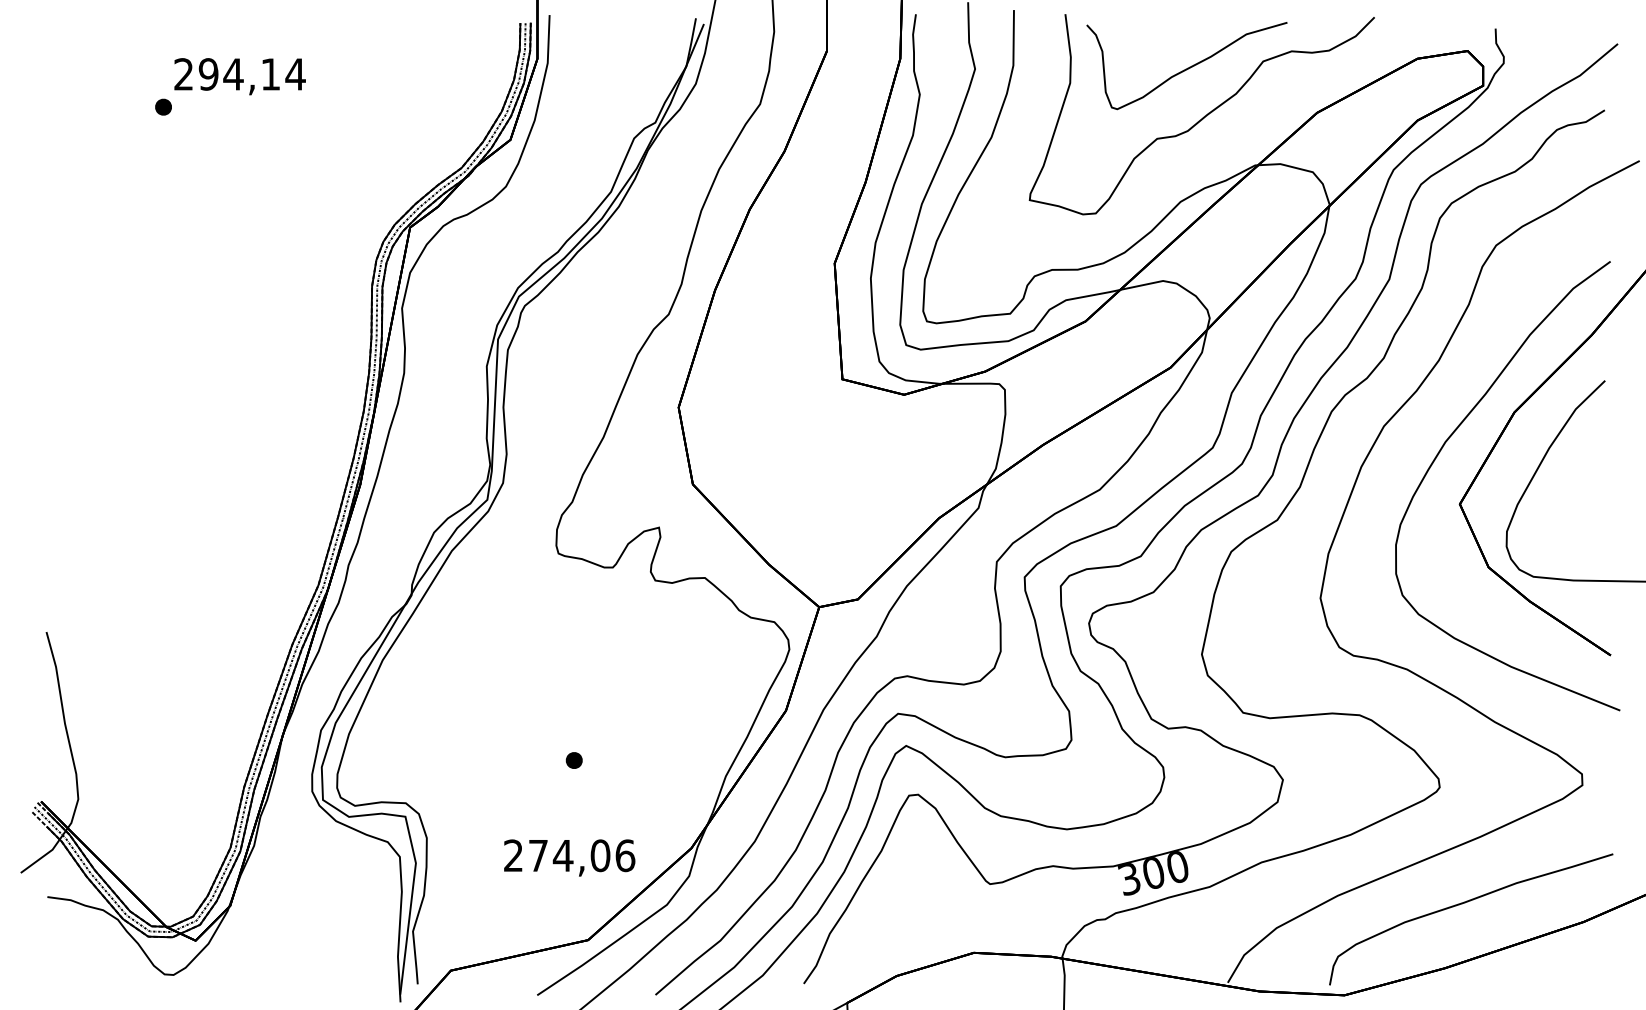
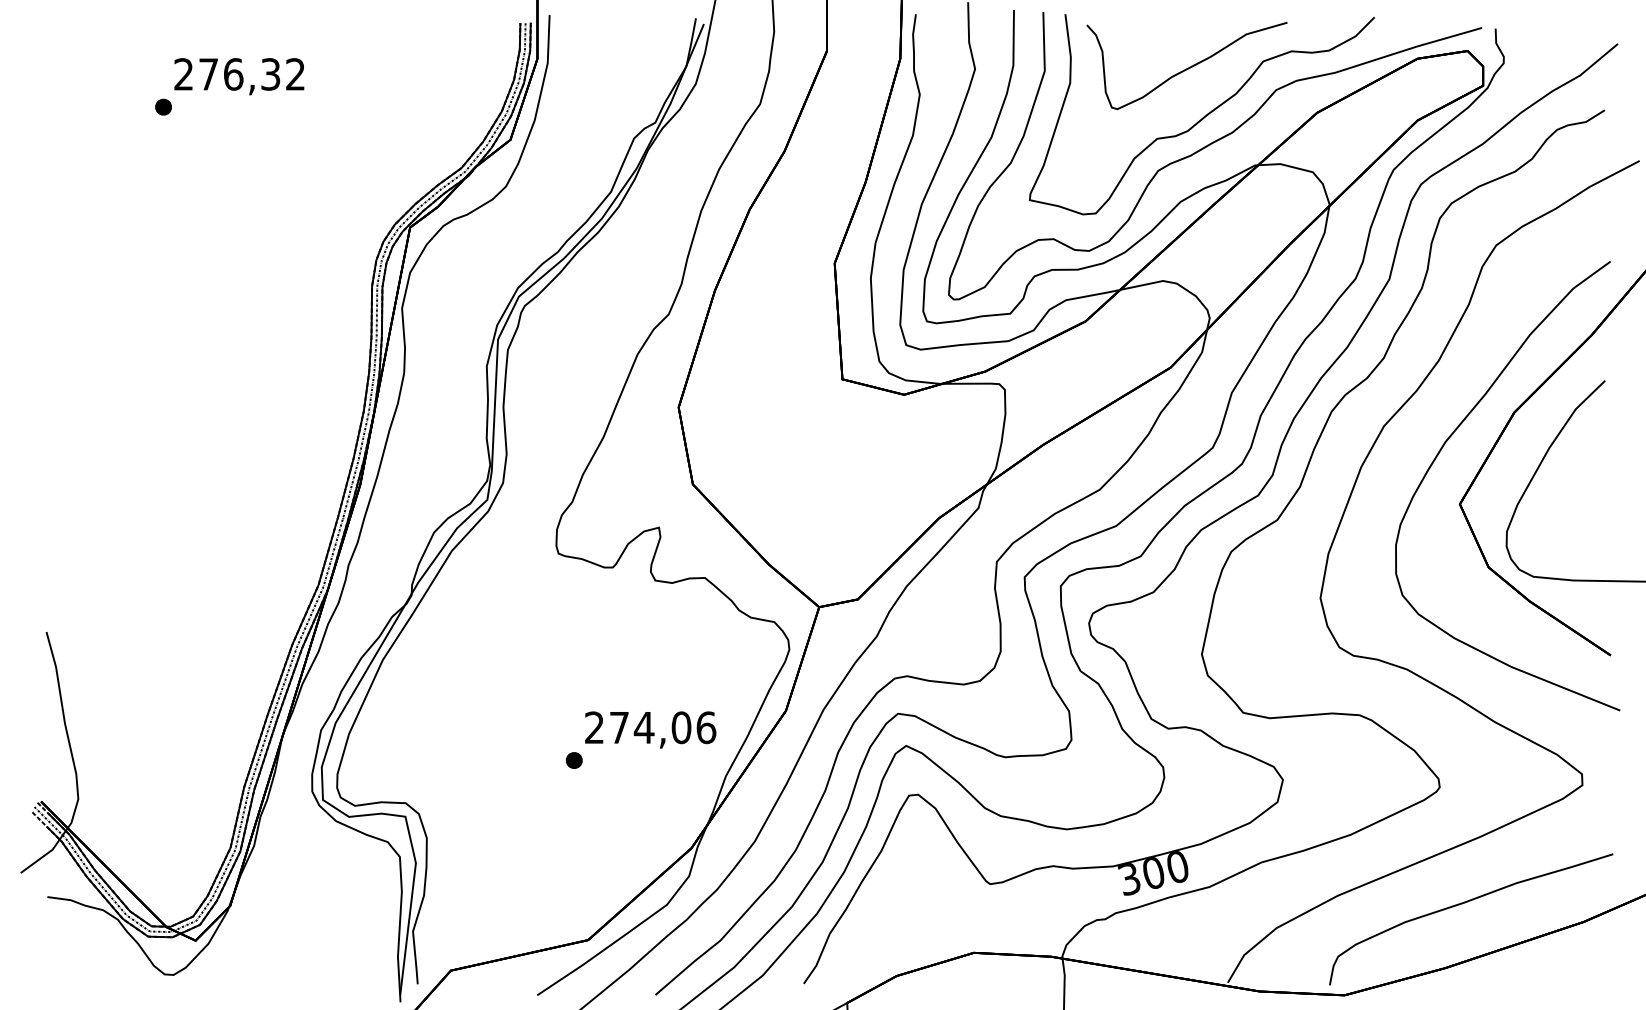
text at (251, 74): 294,14 -> 276,32
curve at (1210, 145): none -> present
text at (569, 857) position: (569, 857) -> (650, 729)
